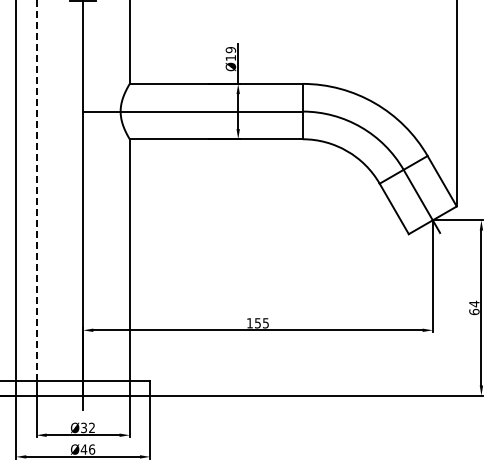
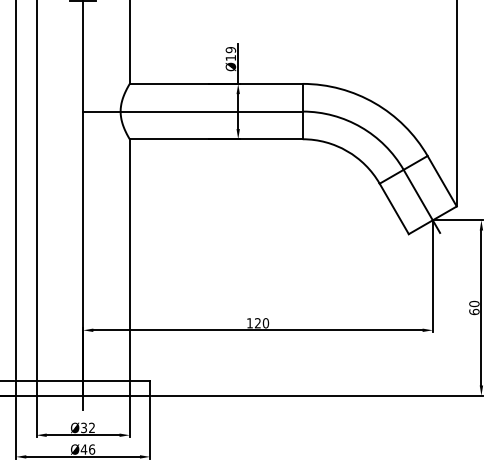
line at (36, 190): dashed -> solid
text at (474, 303): 64 -> 60
text at (262, 323): 155 -> 120
